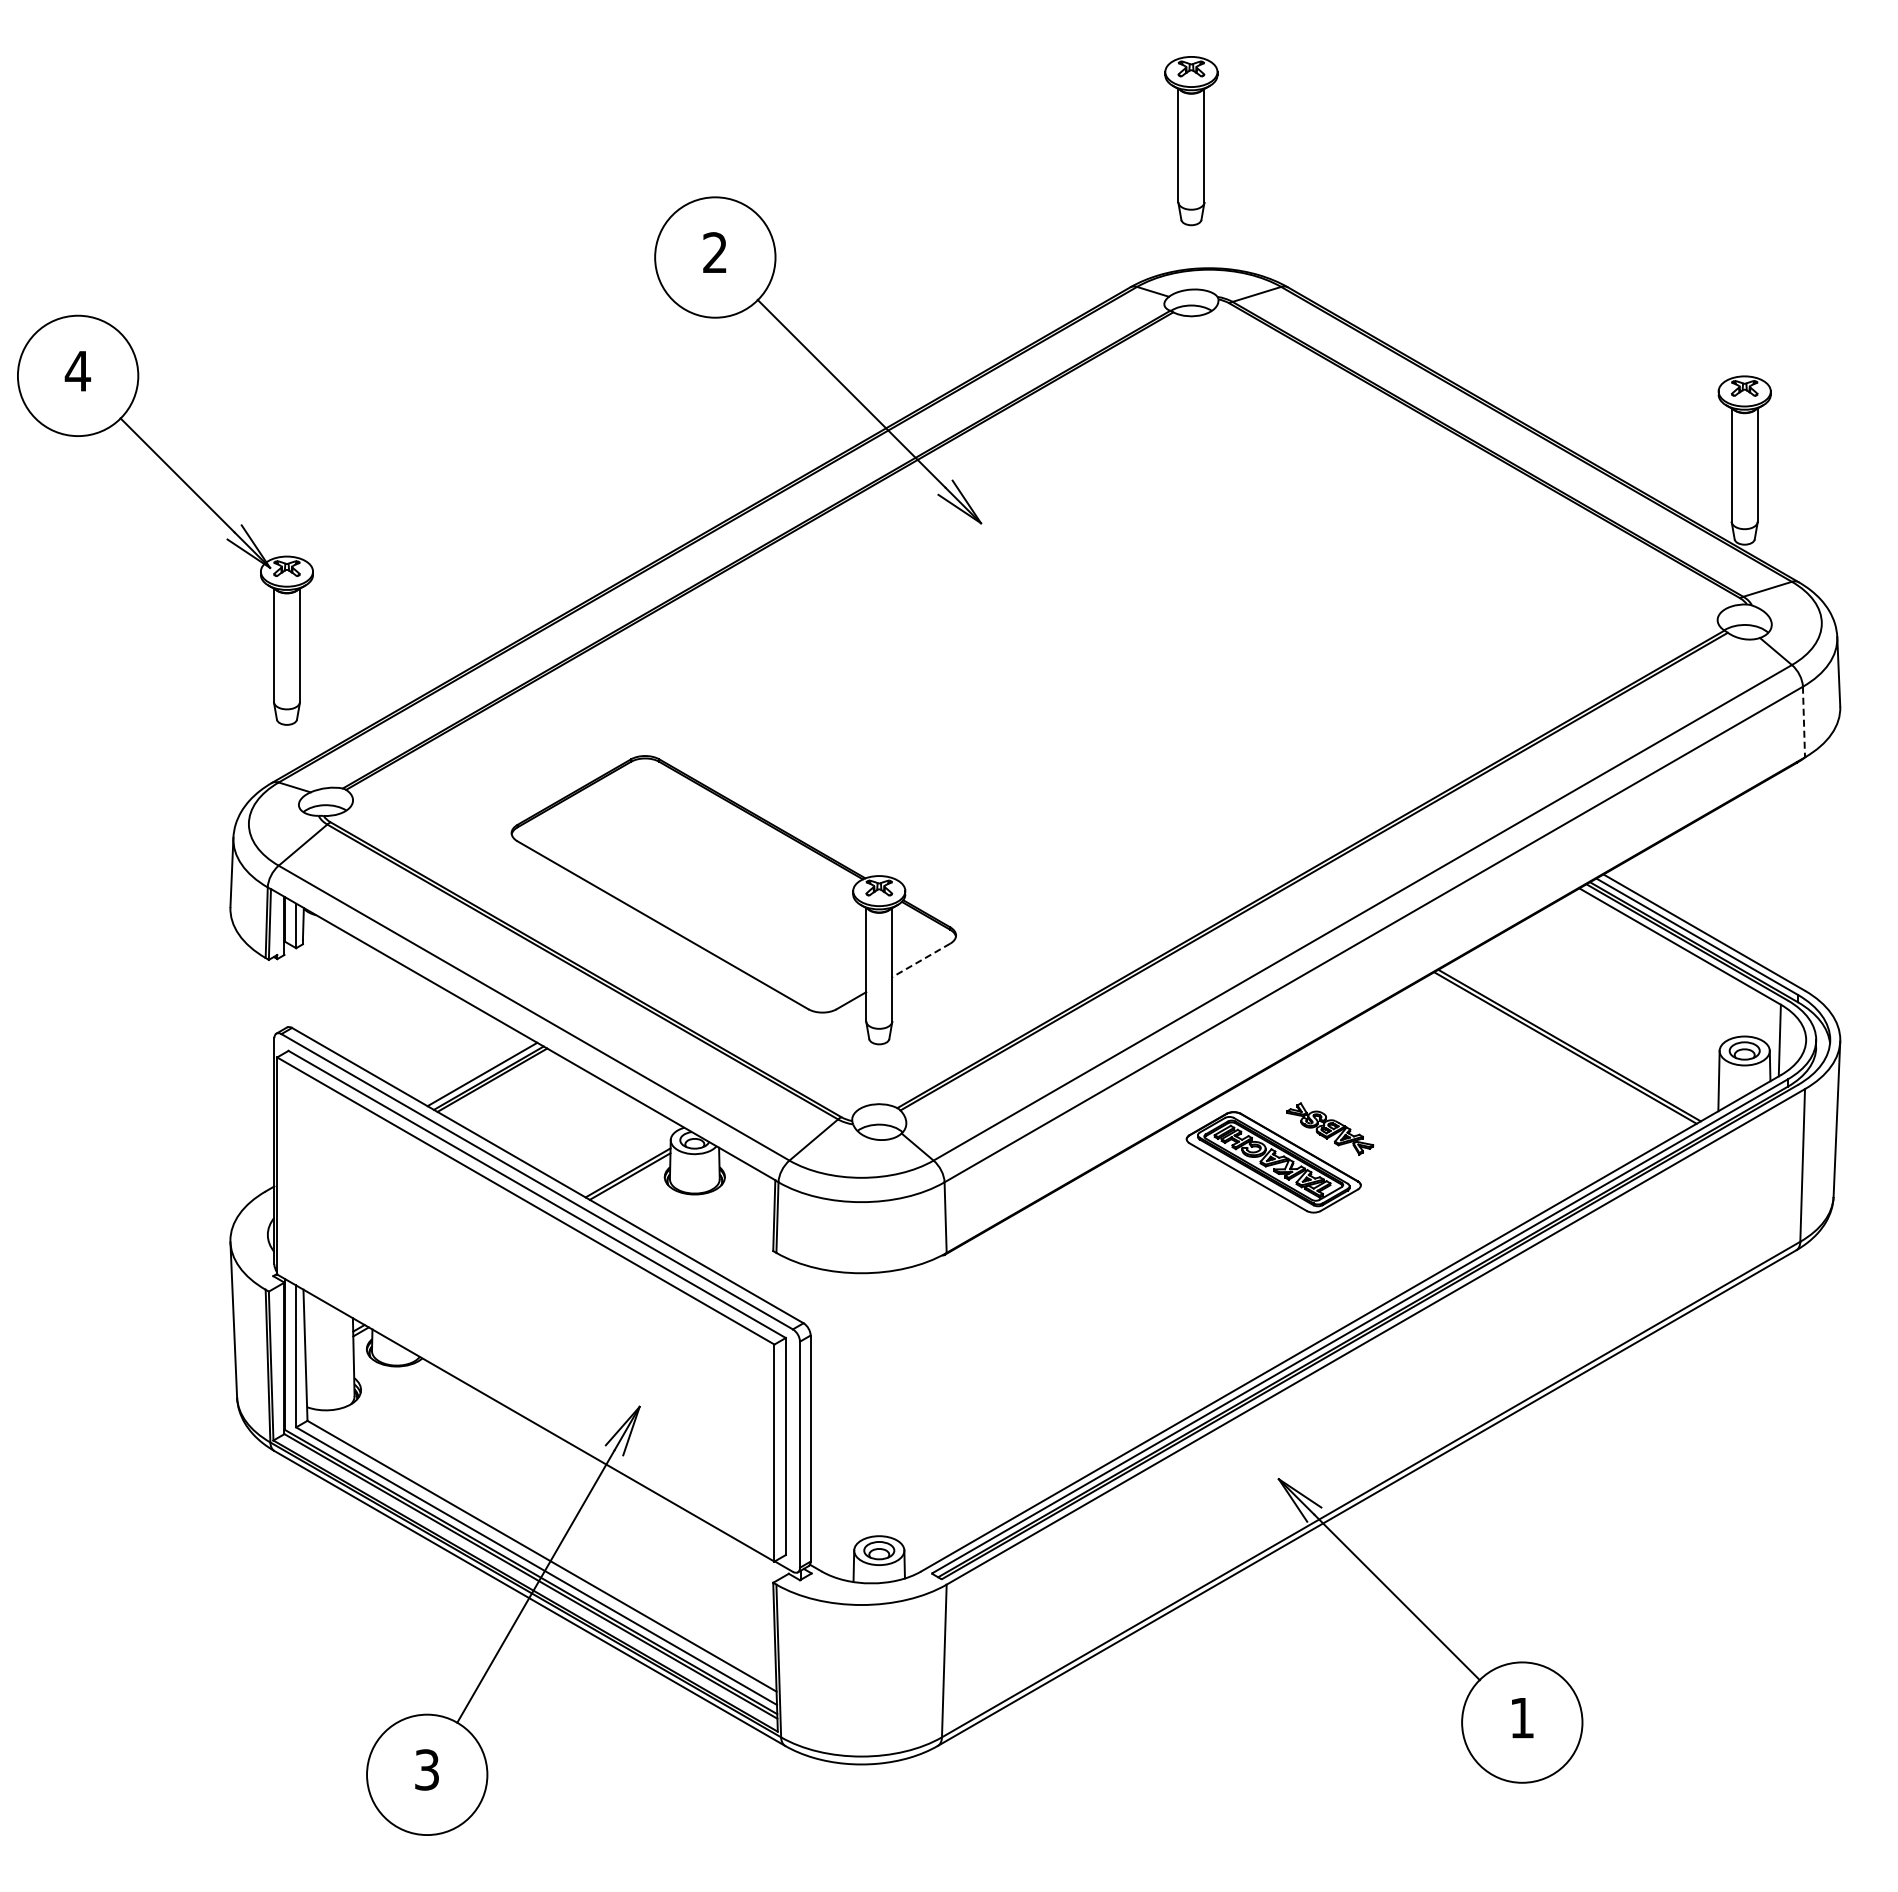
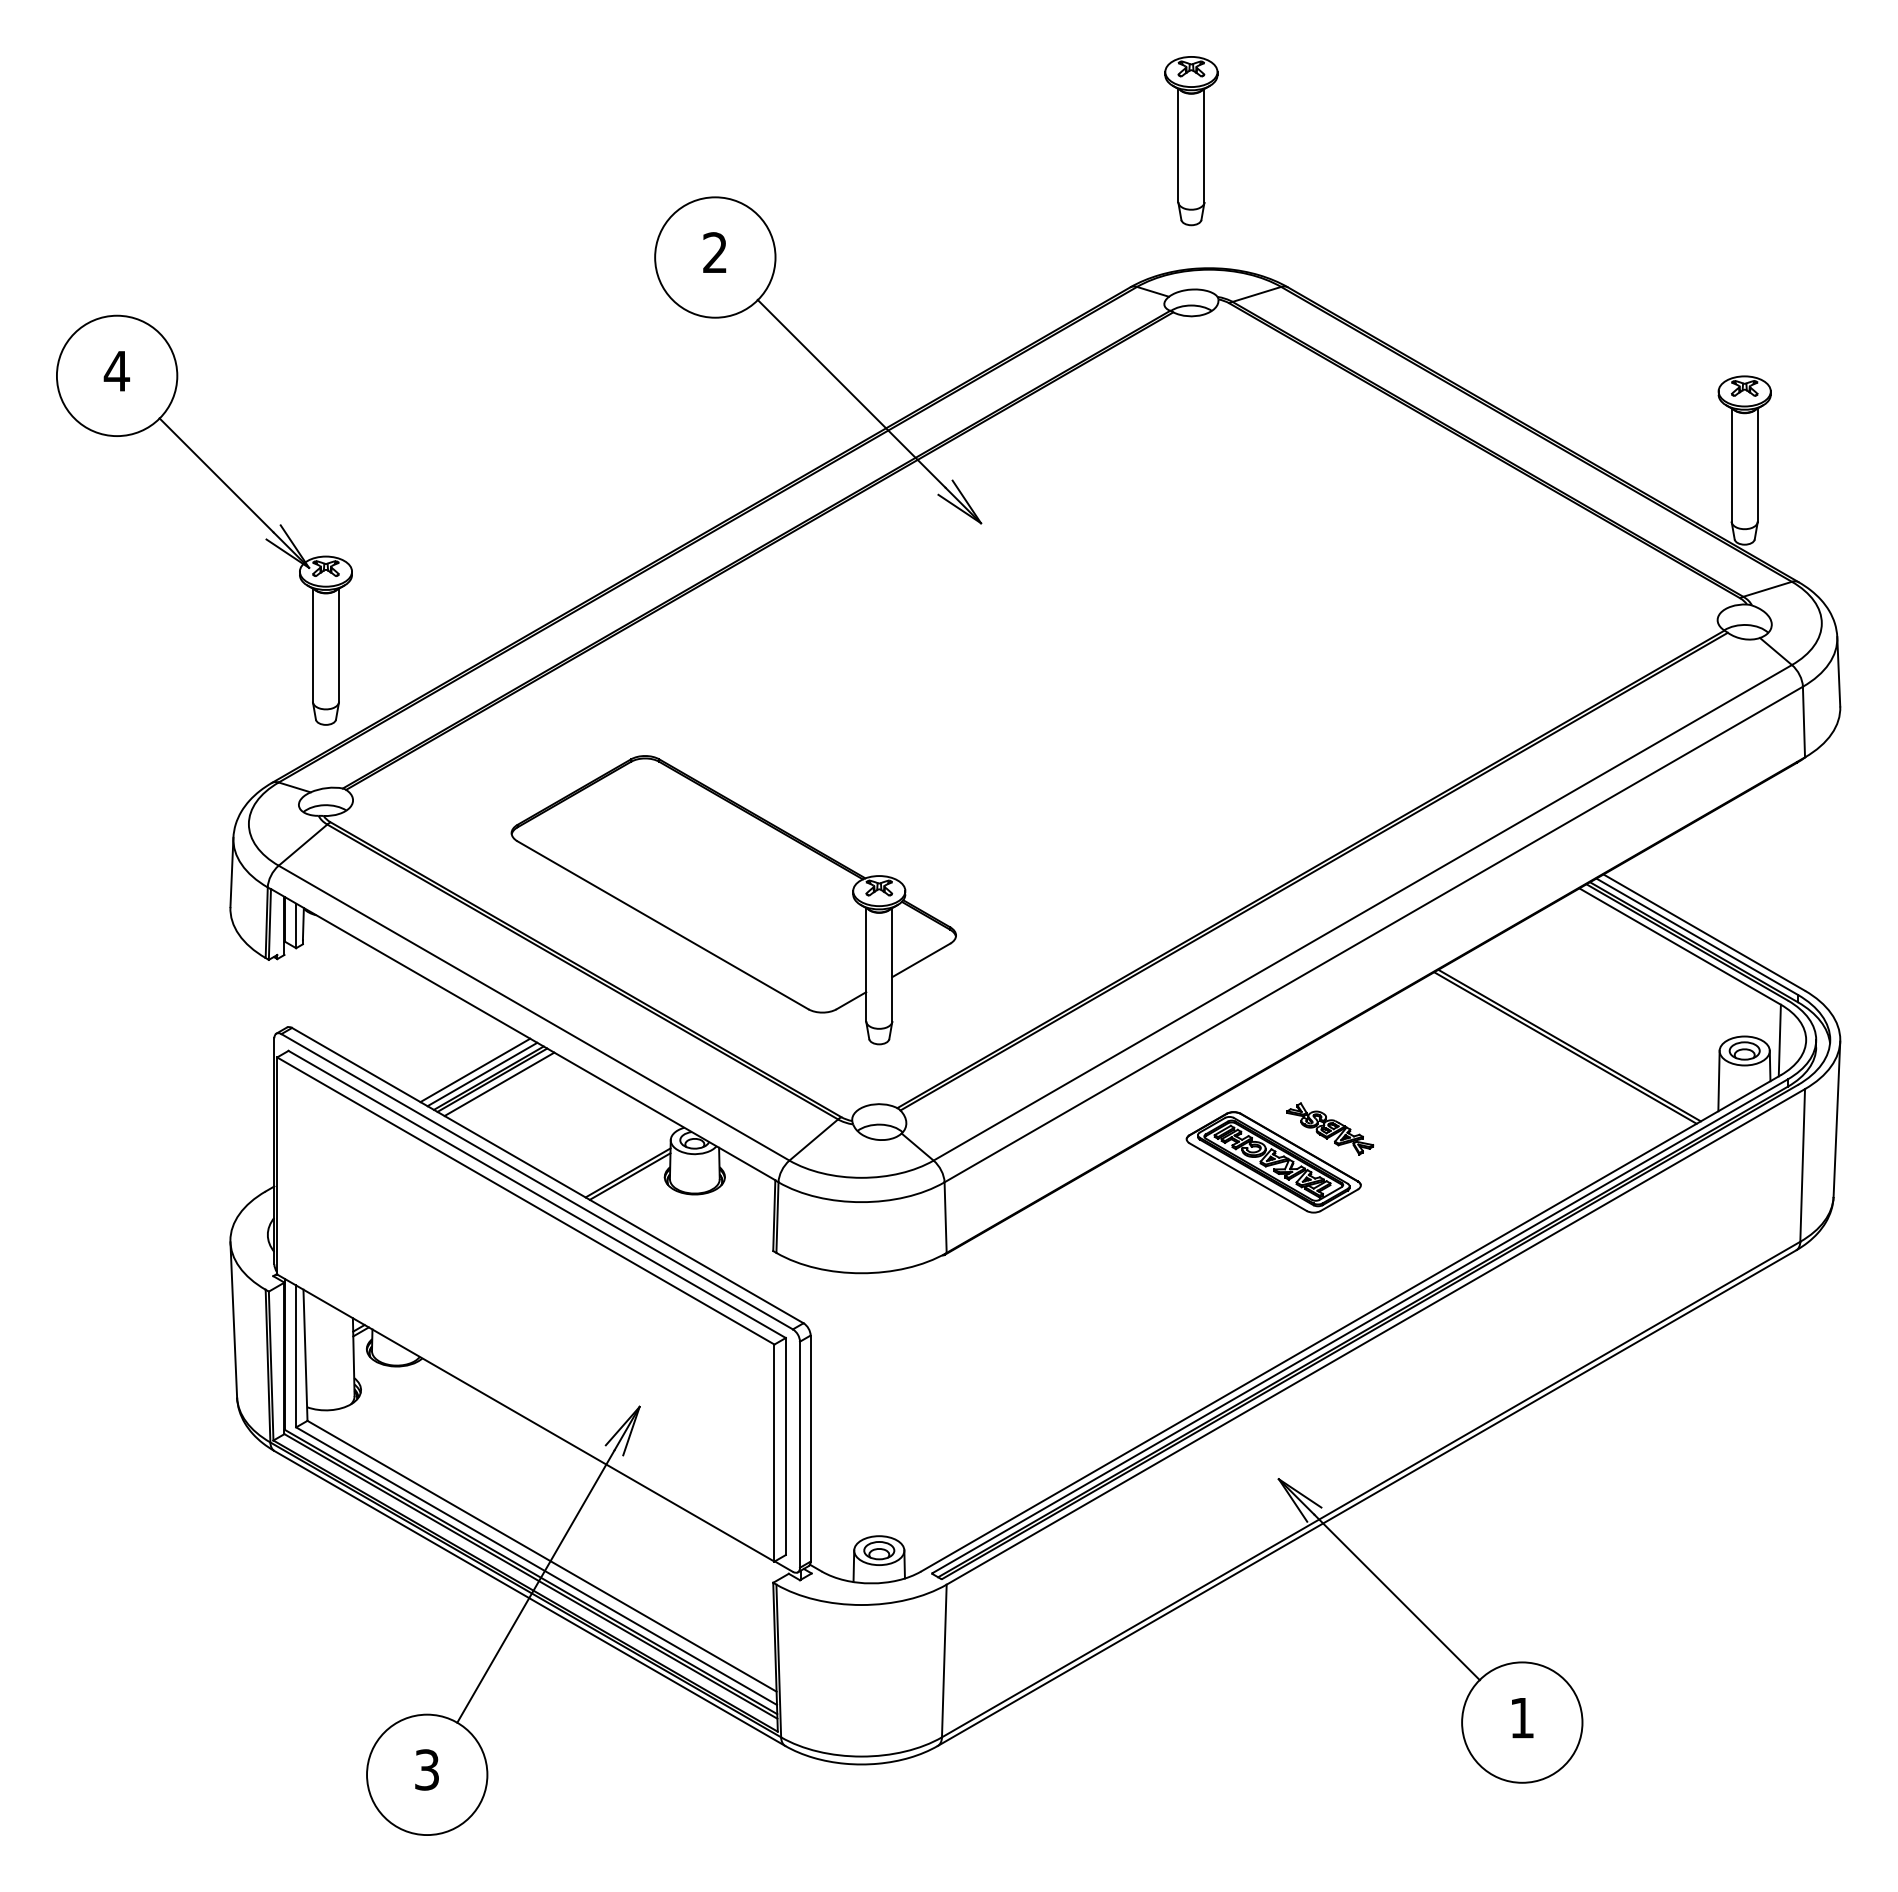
part at (192, 491) position: (192, 491) -> (231, 491)
line at (1803, 722): dashed -> solid
line at (920, 960): dashed -> solid
line at (475, 1070): none -> present
line at (499, 1084): none -> present
